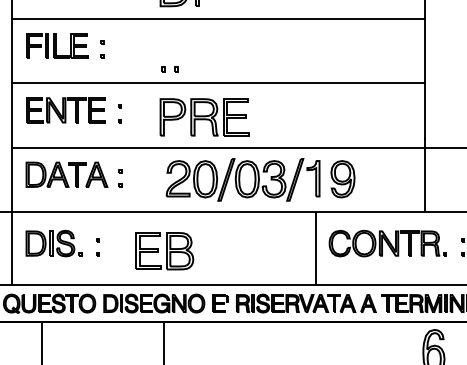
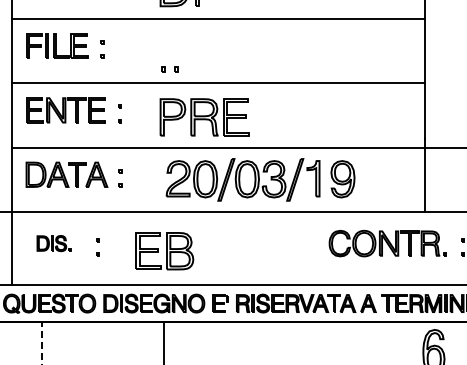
part at (53, 243) size: 58x29 px -> 36x18 px
line at (315, 248): present -> none
line at (42, 342): solid -> dashed
